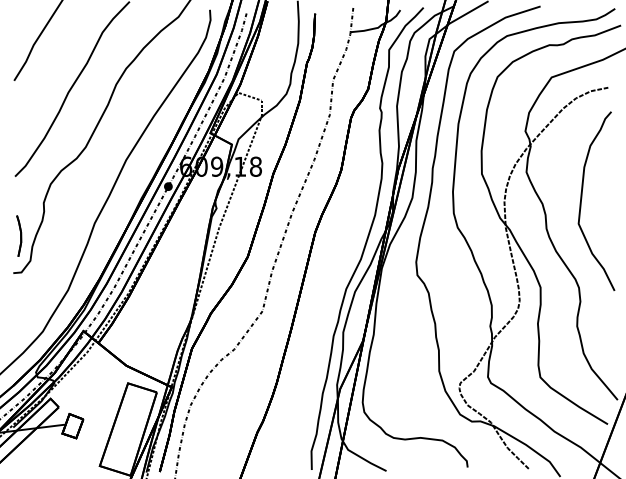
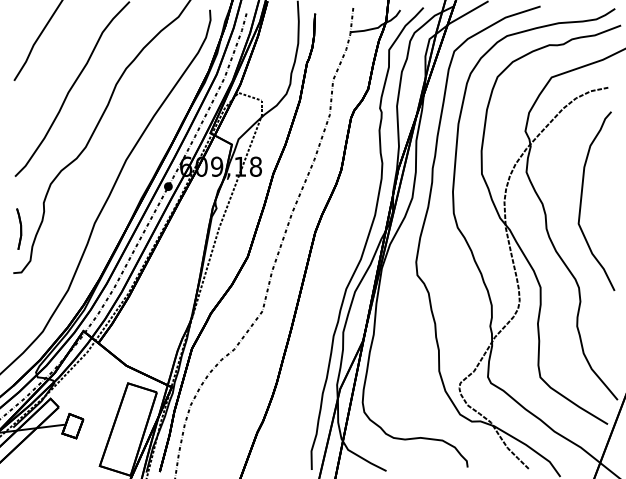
part at (19, 235) position: (19, 235) -> (19, 228)
